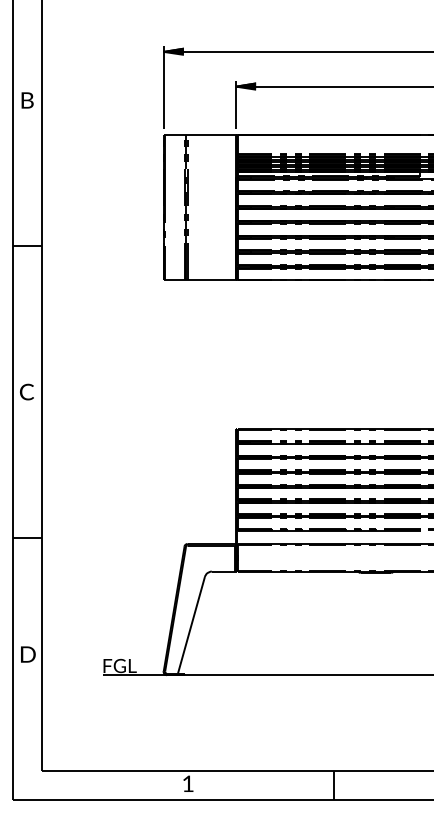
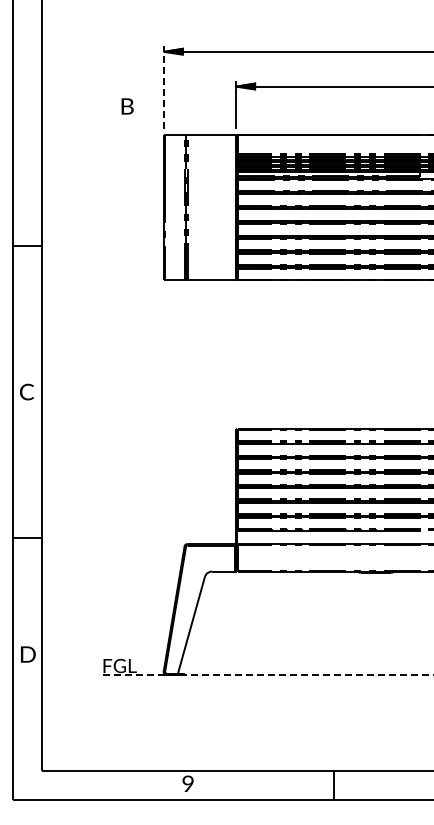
line at (163, 86): solid -> dashed
text at (27, 100) position: (27, 100) -> (127, 106)
line at (268, 675): solid -> dashed
text at (187, 783): 1 -> 9
